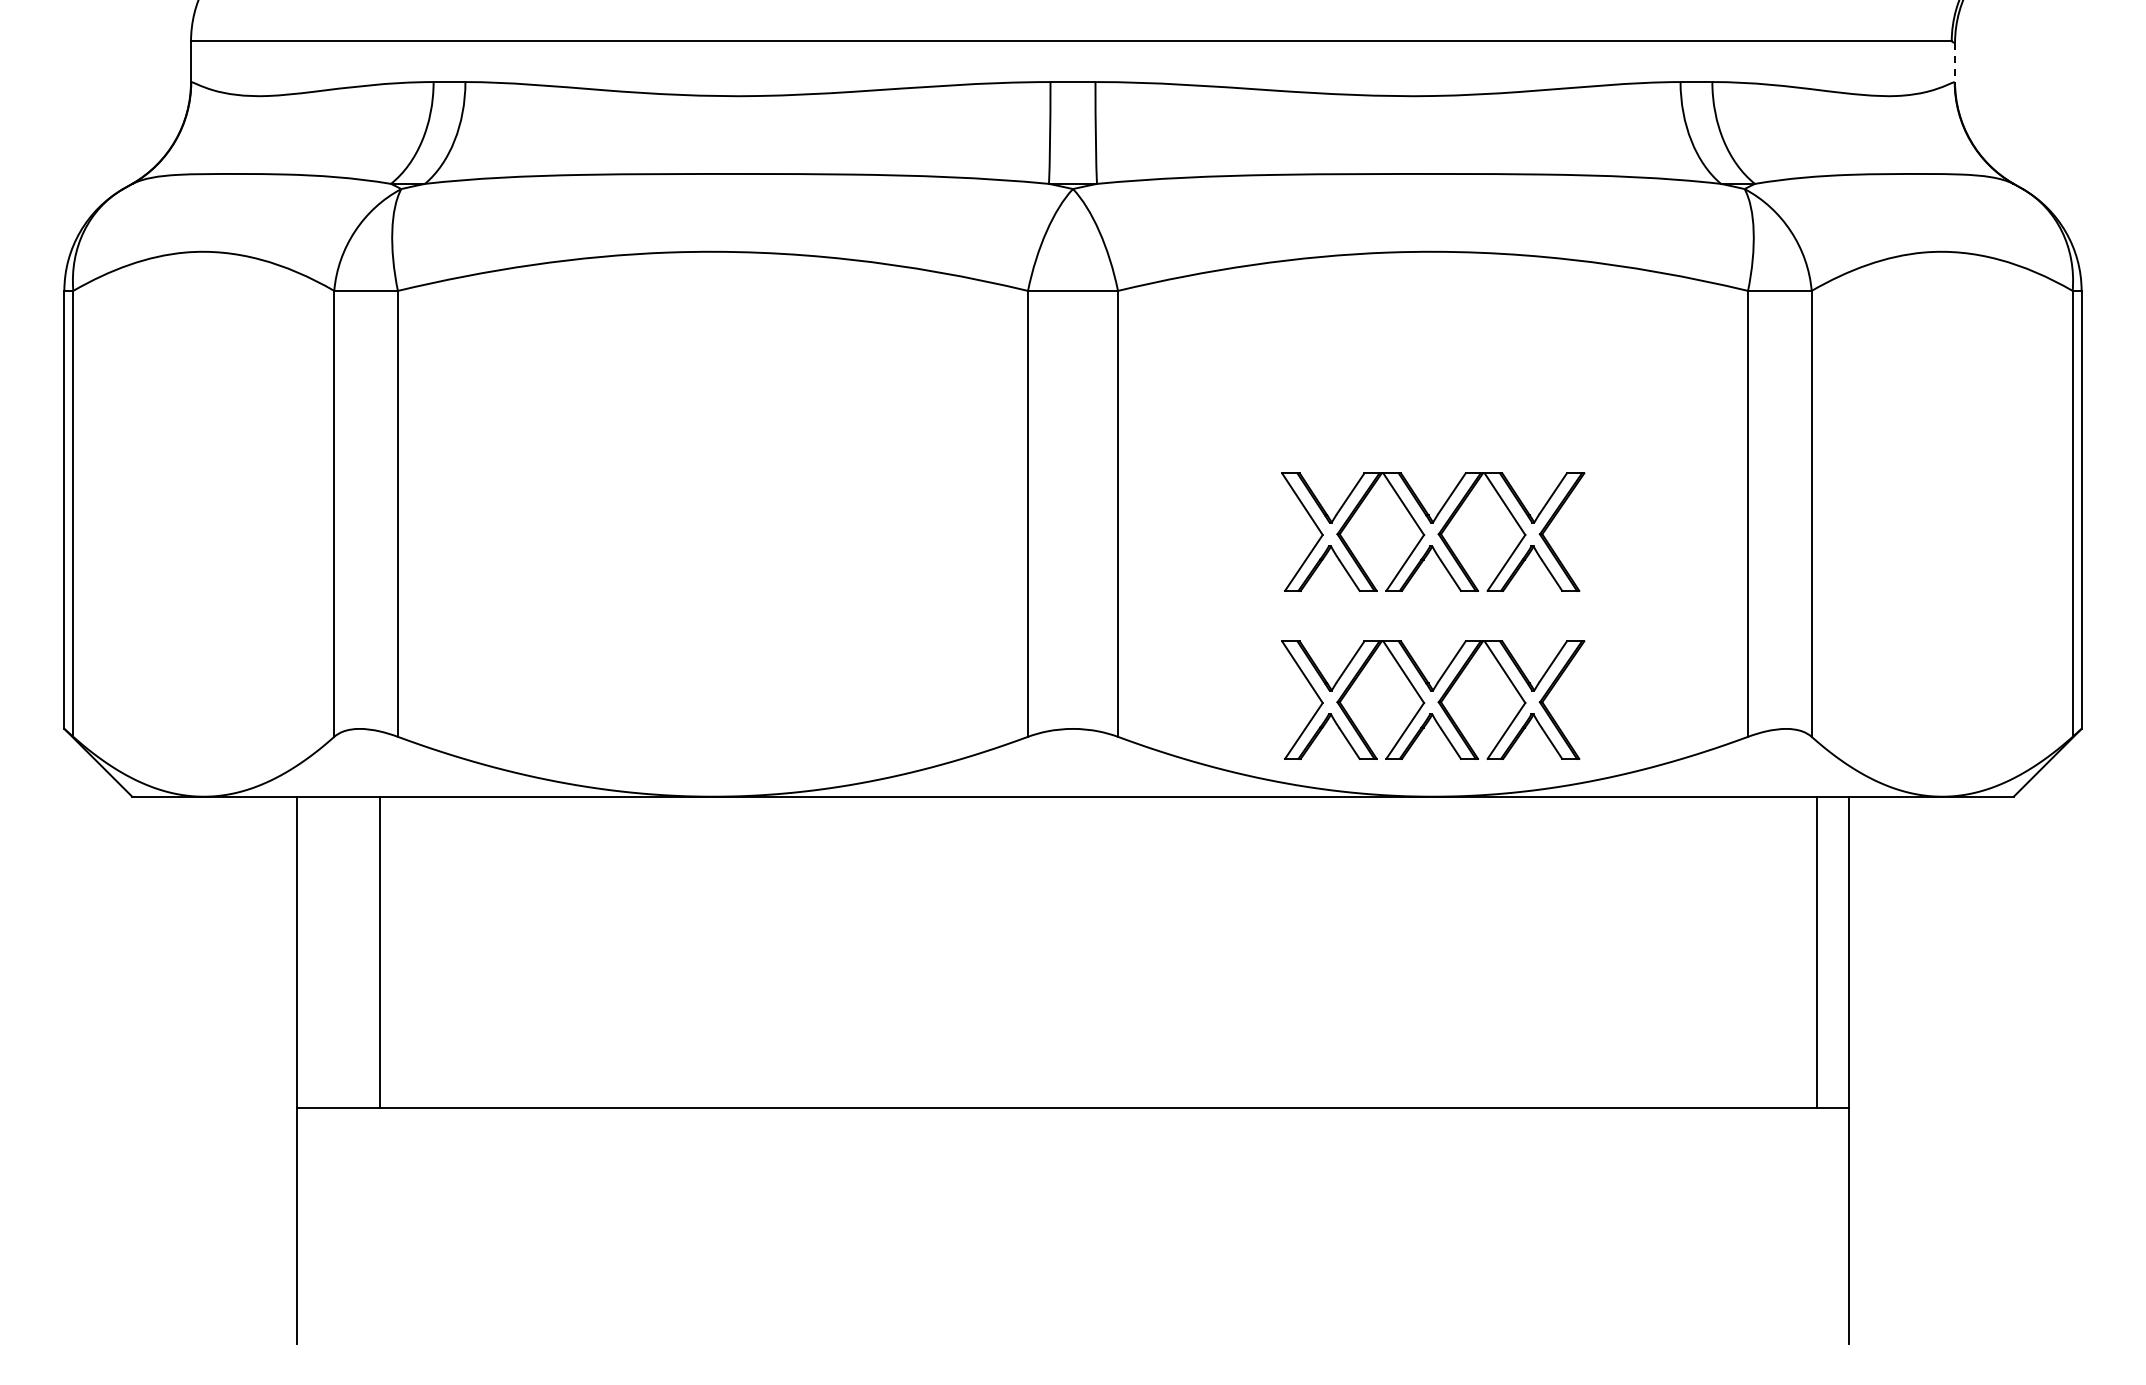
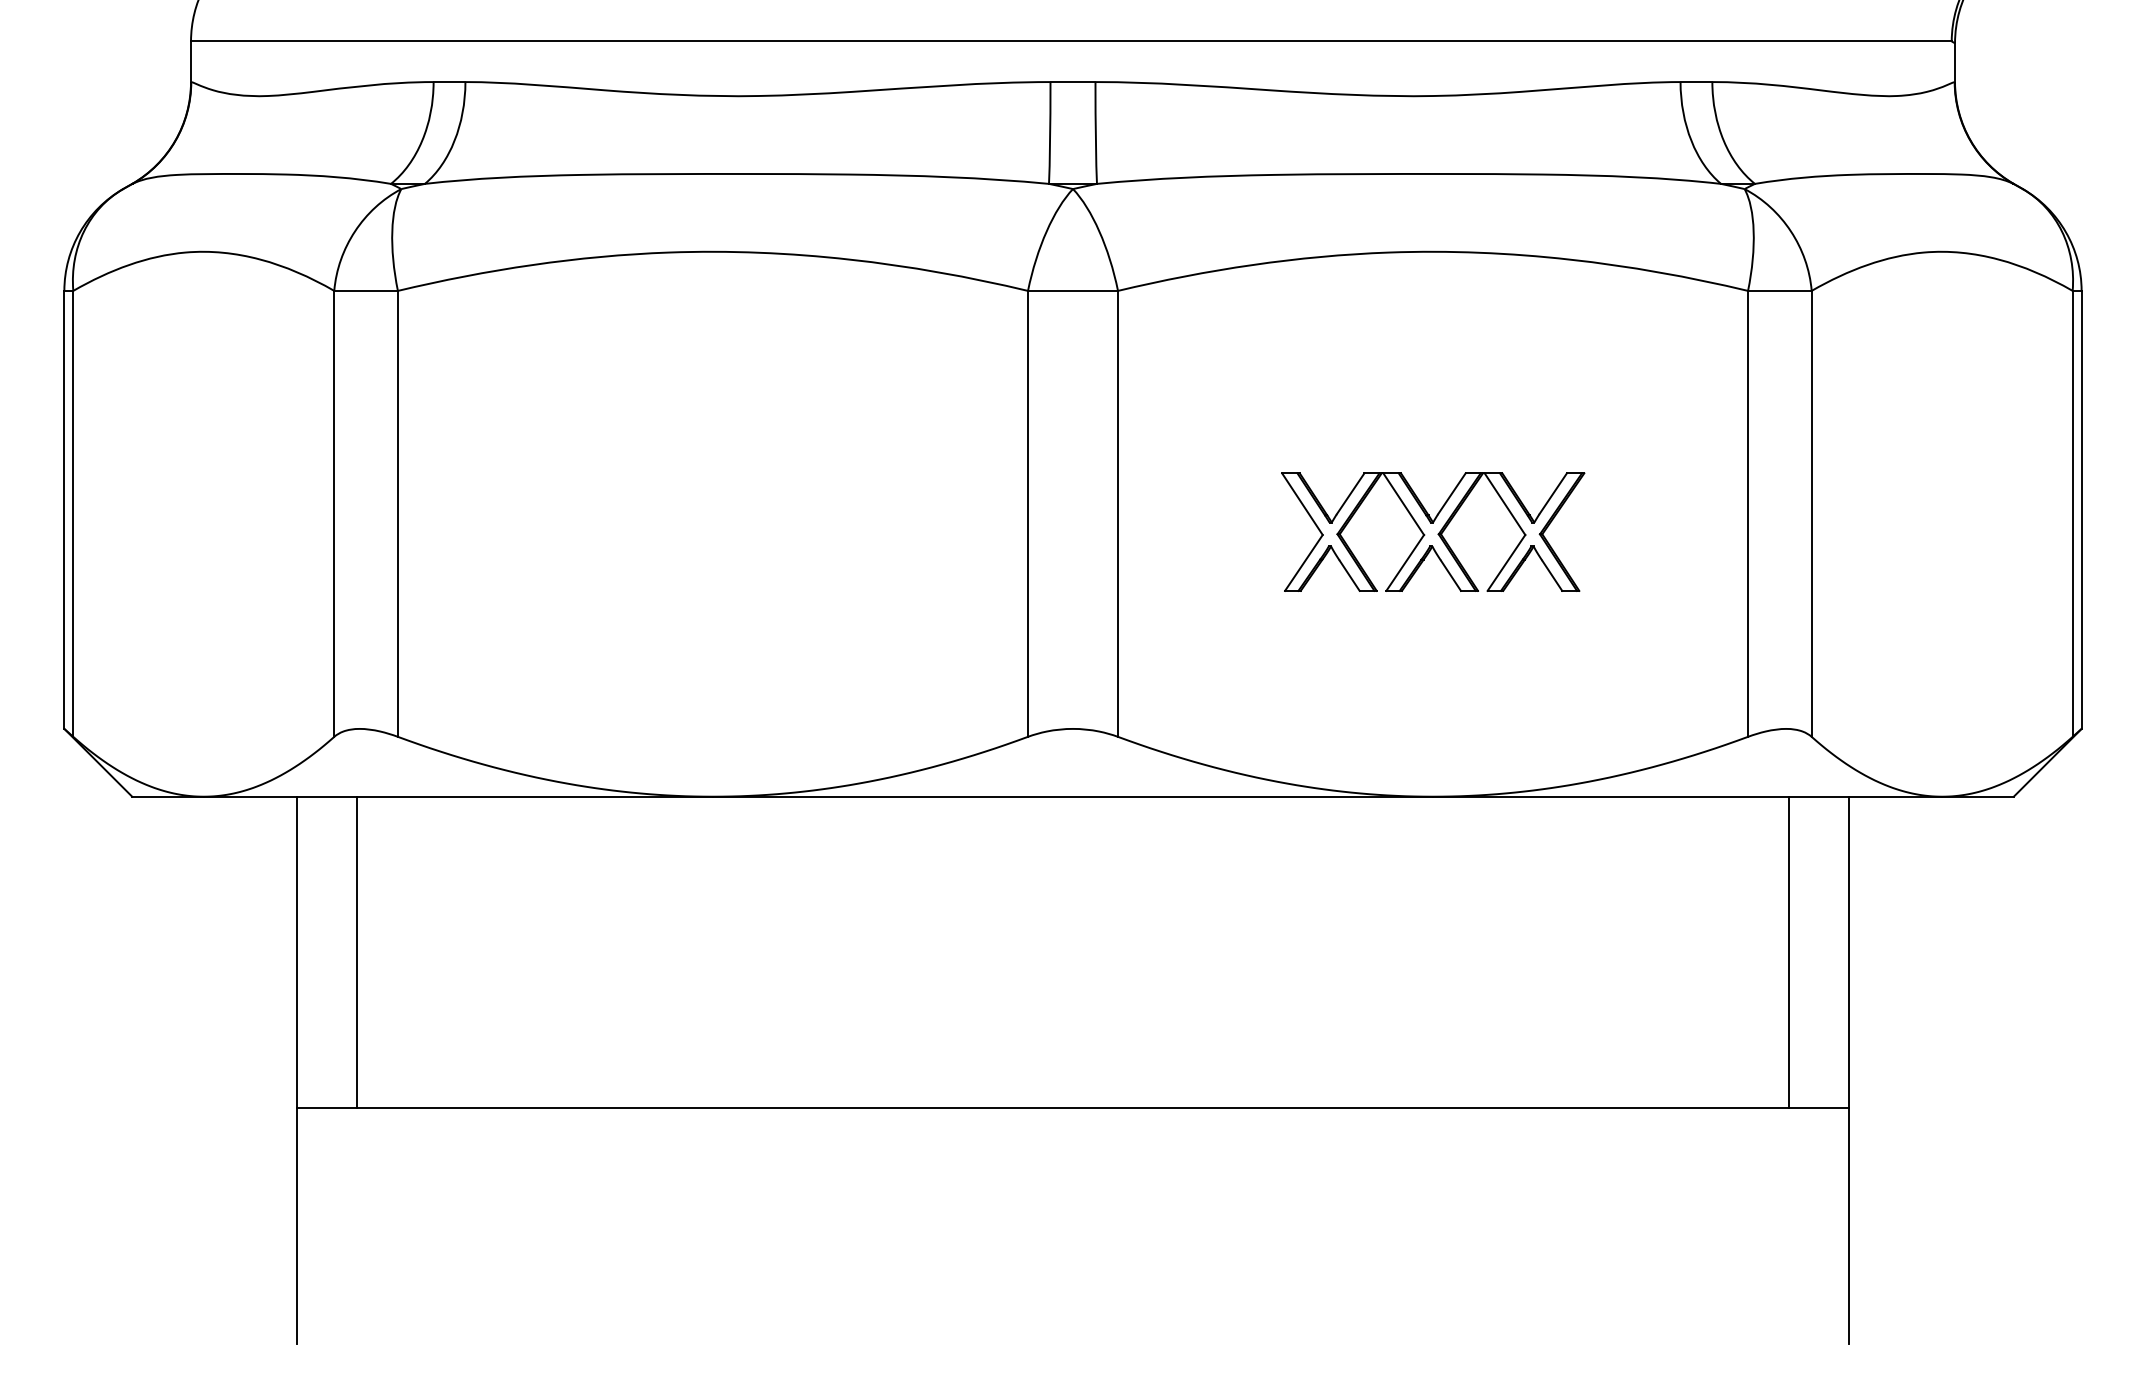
line at (1955, 63): dashed -> solid
part at (1433, 699): present -> none
line at (379, 952) position: (379, 952) -> (356, 952)
line at (1817, 952) position: (1817, 952) -> (1789, 952)
